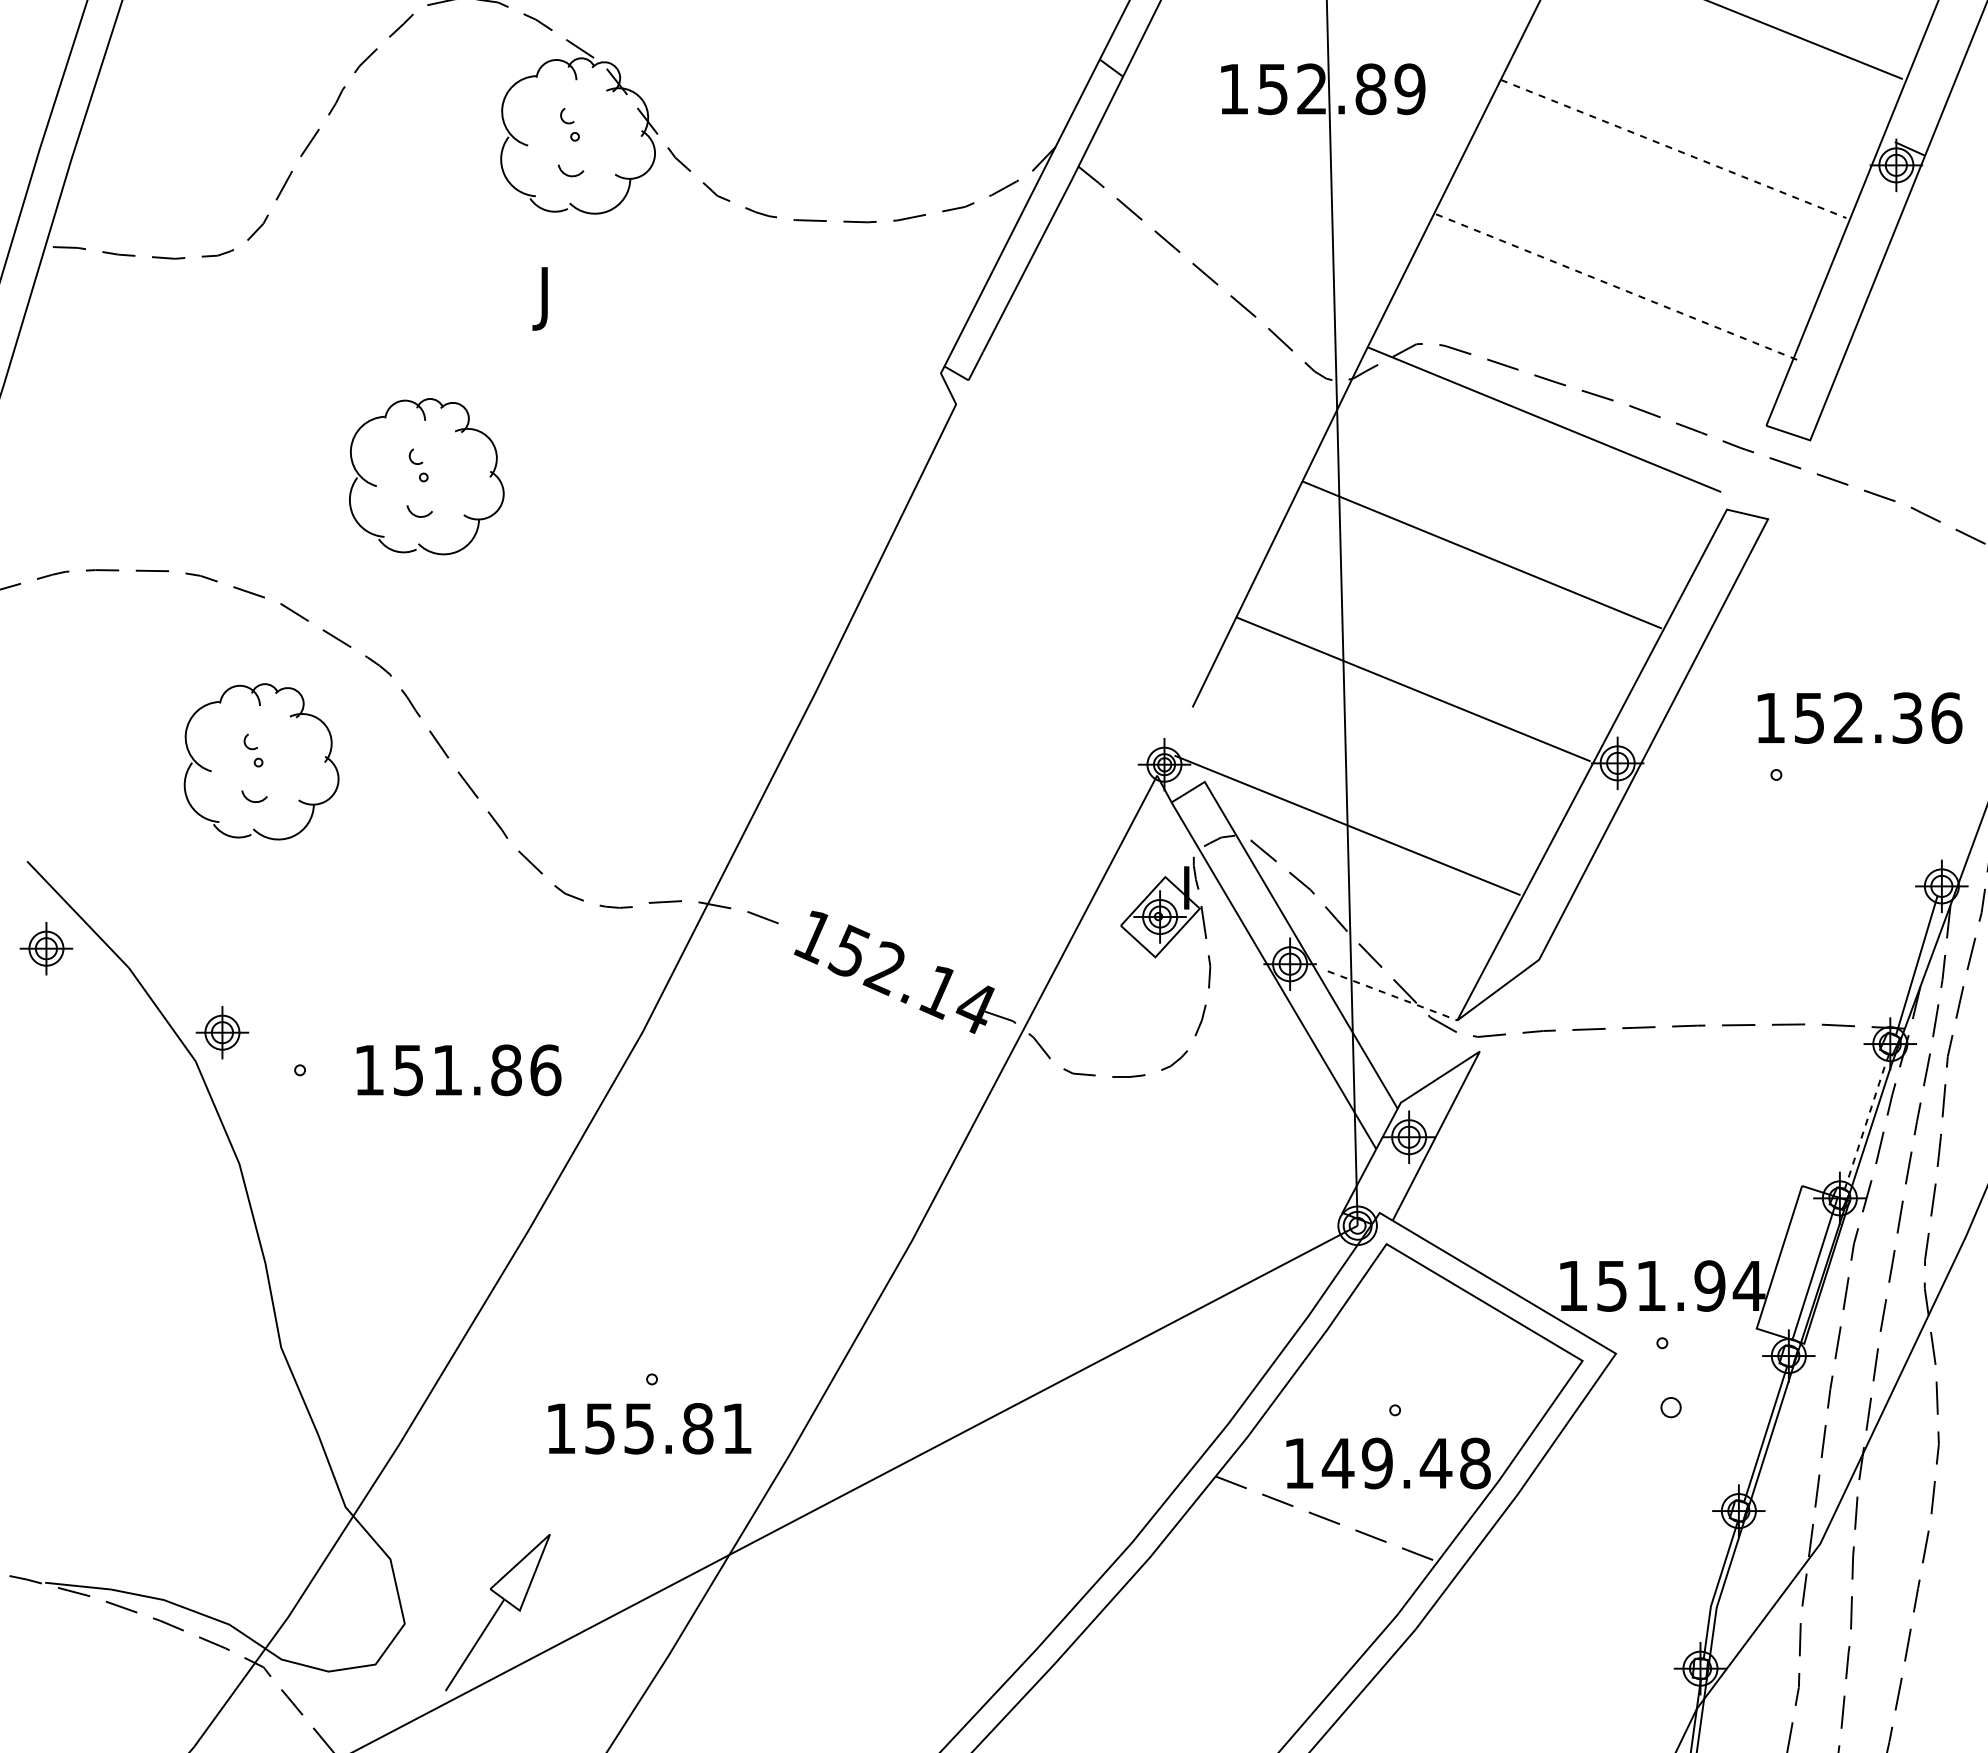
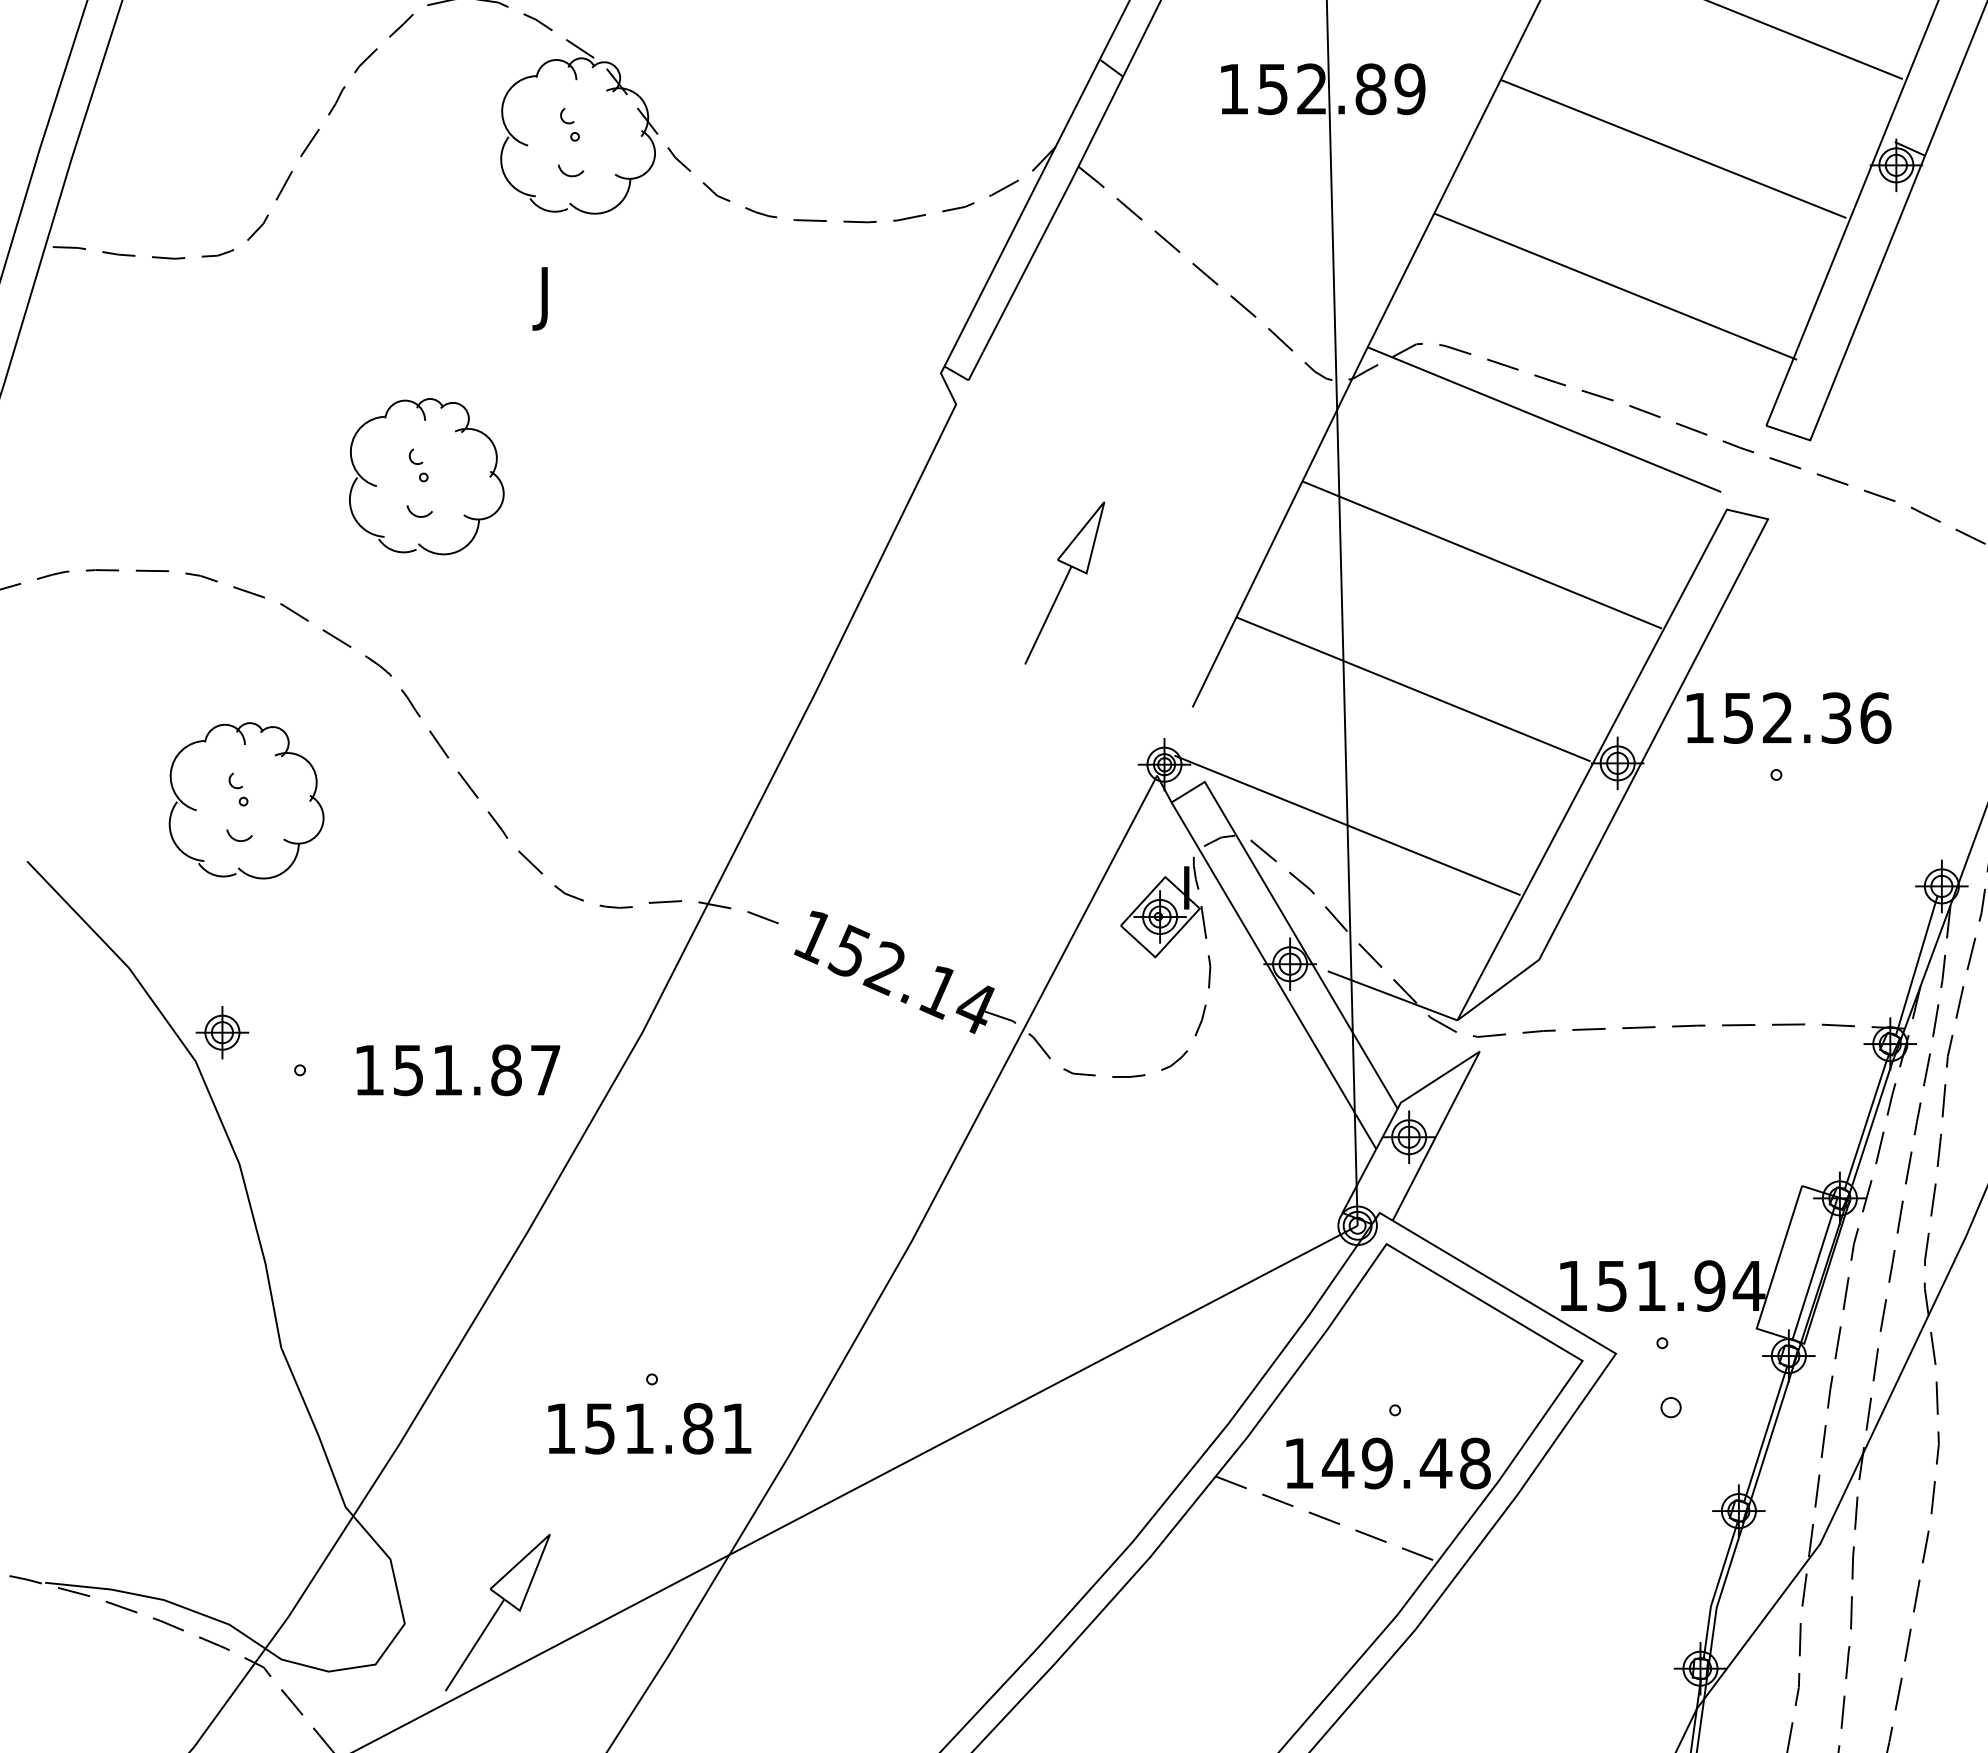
line at (1674, 149): dashed -> solid
line at (1615, 286): dashed -> solid
part at (1064, 582): none -> present
text at (1859, 717) position: (1859, 717) -> (1788, 717)
part at (261, 761) position: (261, 761) -> (246, 800)
part at (46, 948): present -> none
line at (1393, 995): dashed -> solid
text at (545, 1070): 151.86 -> 151.87
line at (1866, 1121): dashed -> solid
text at (638, 1428): 155.81 -> 151.81
